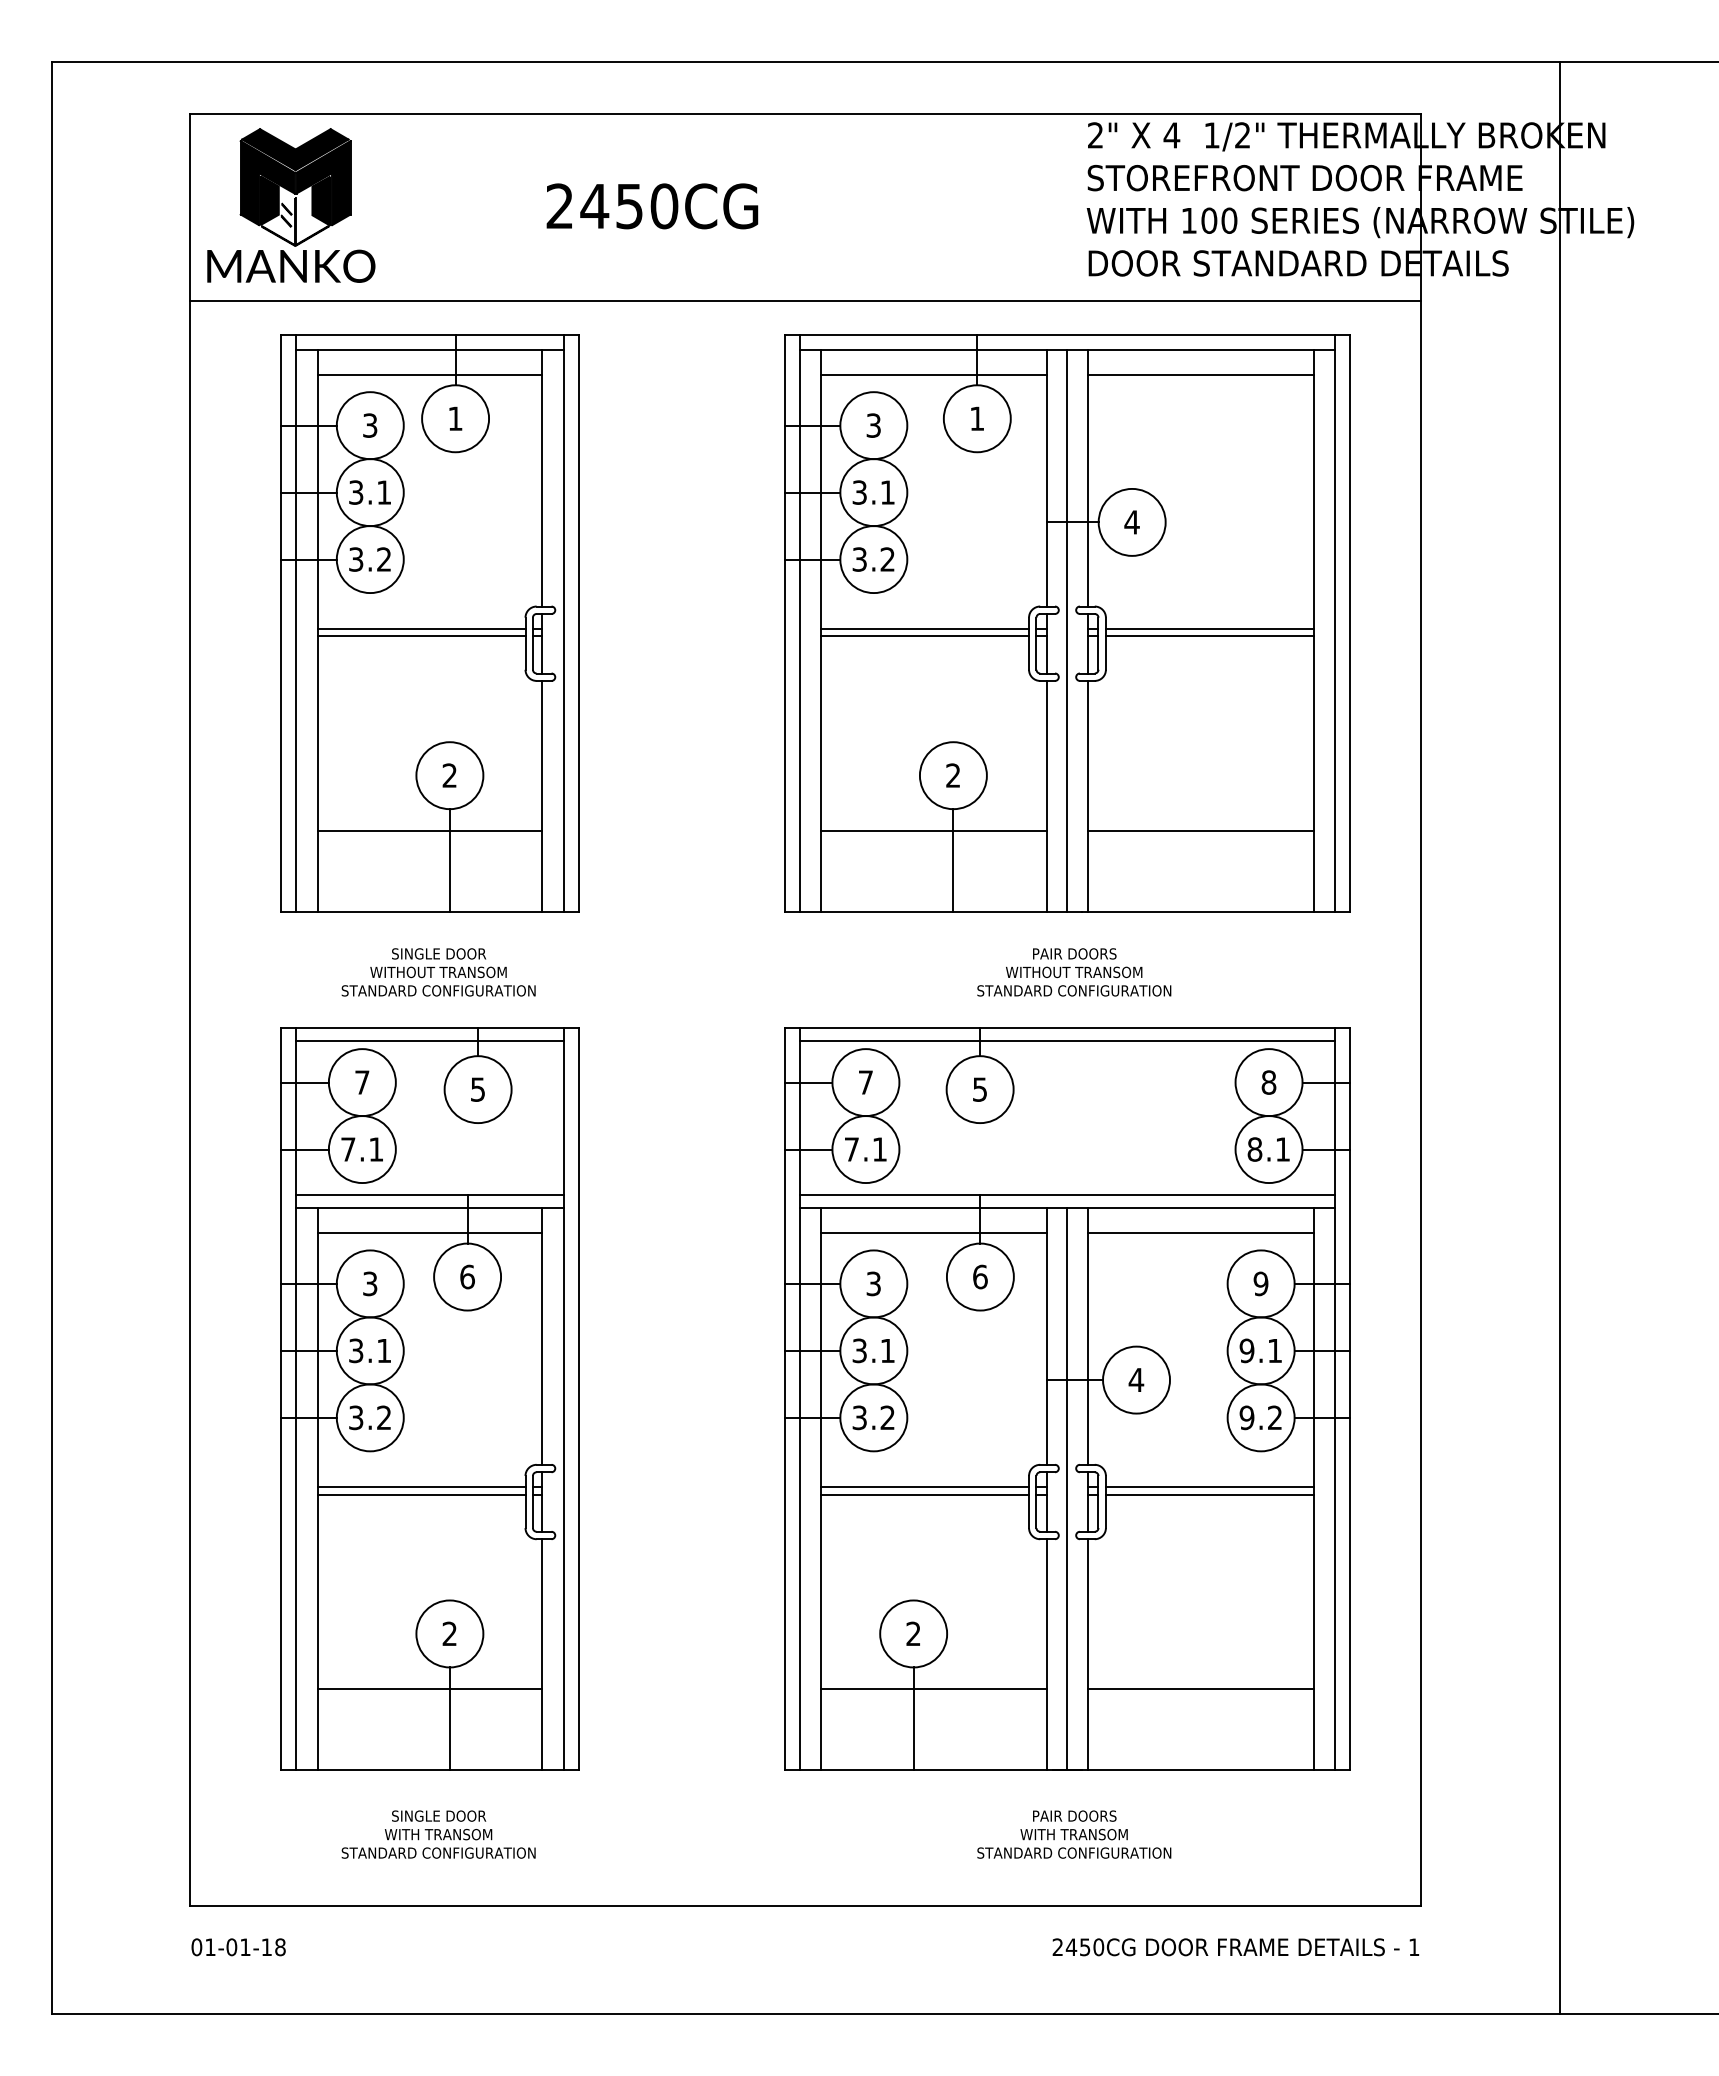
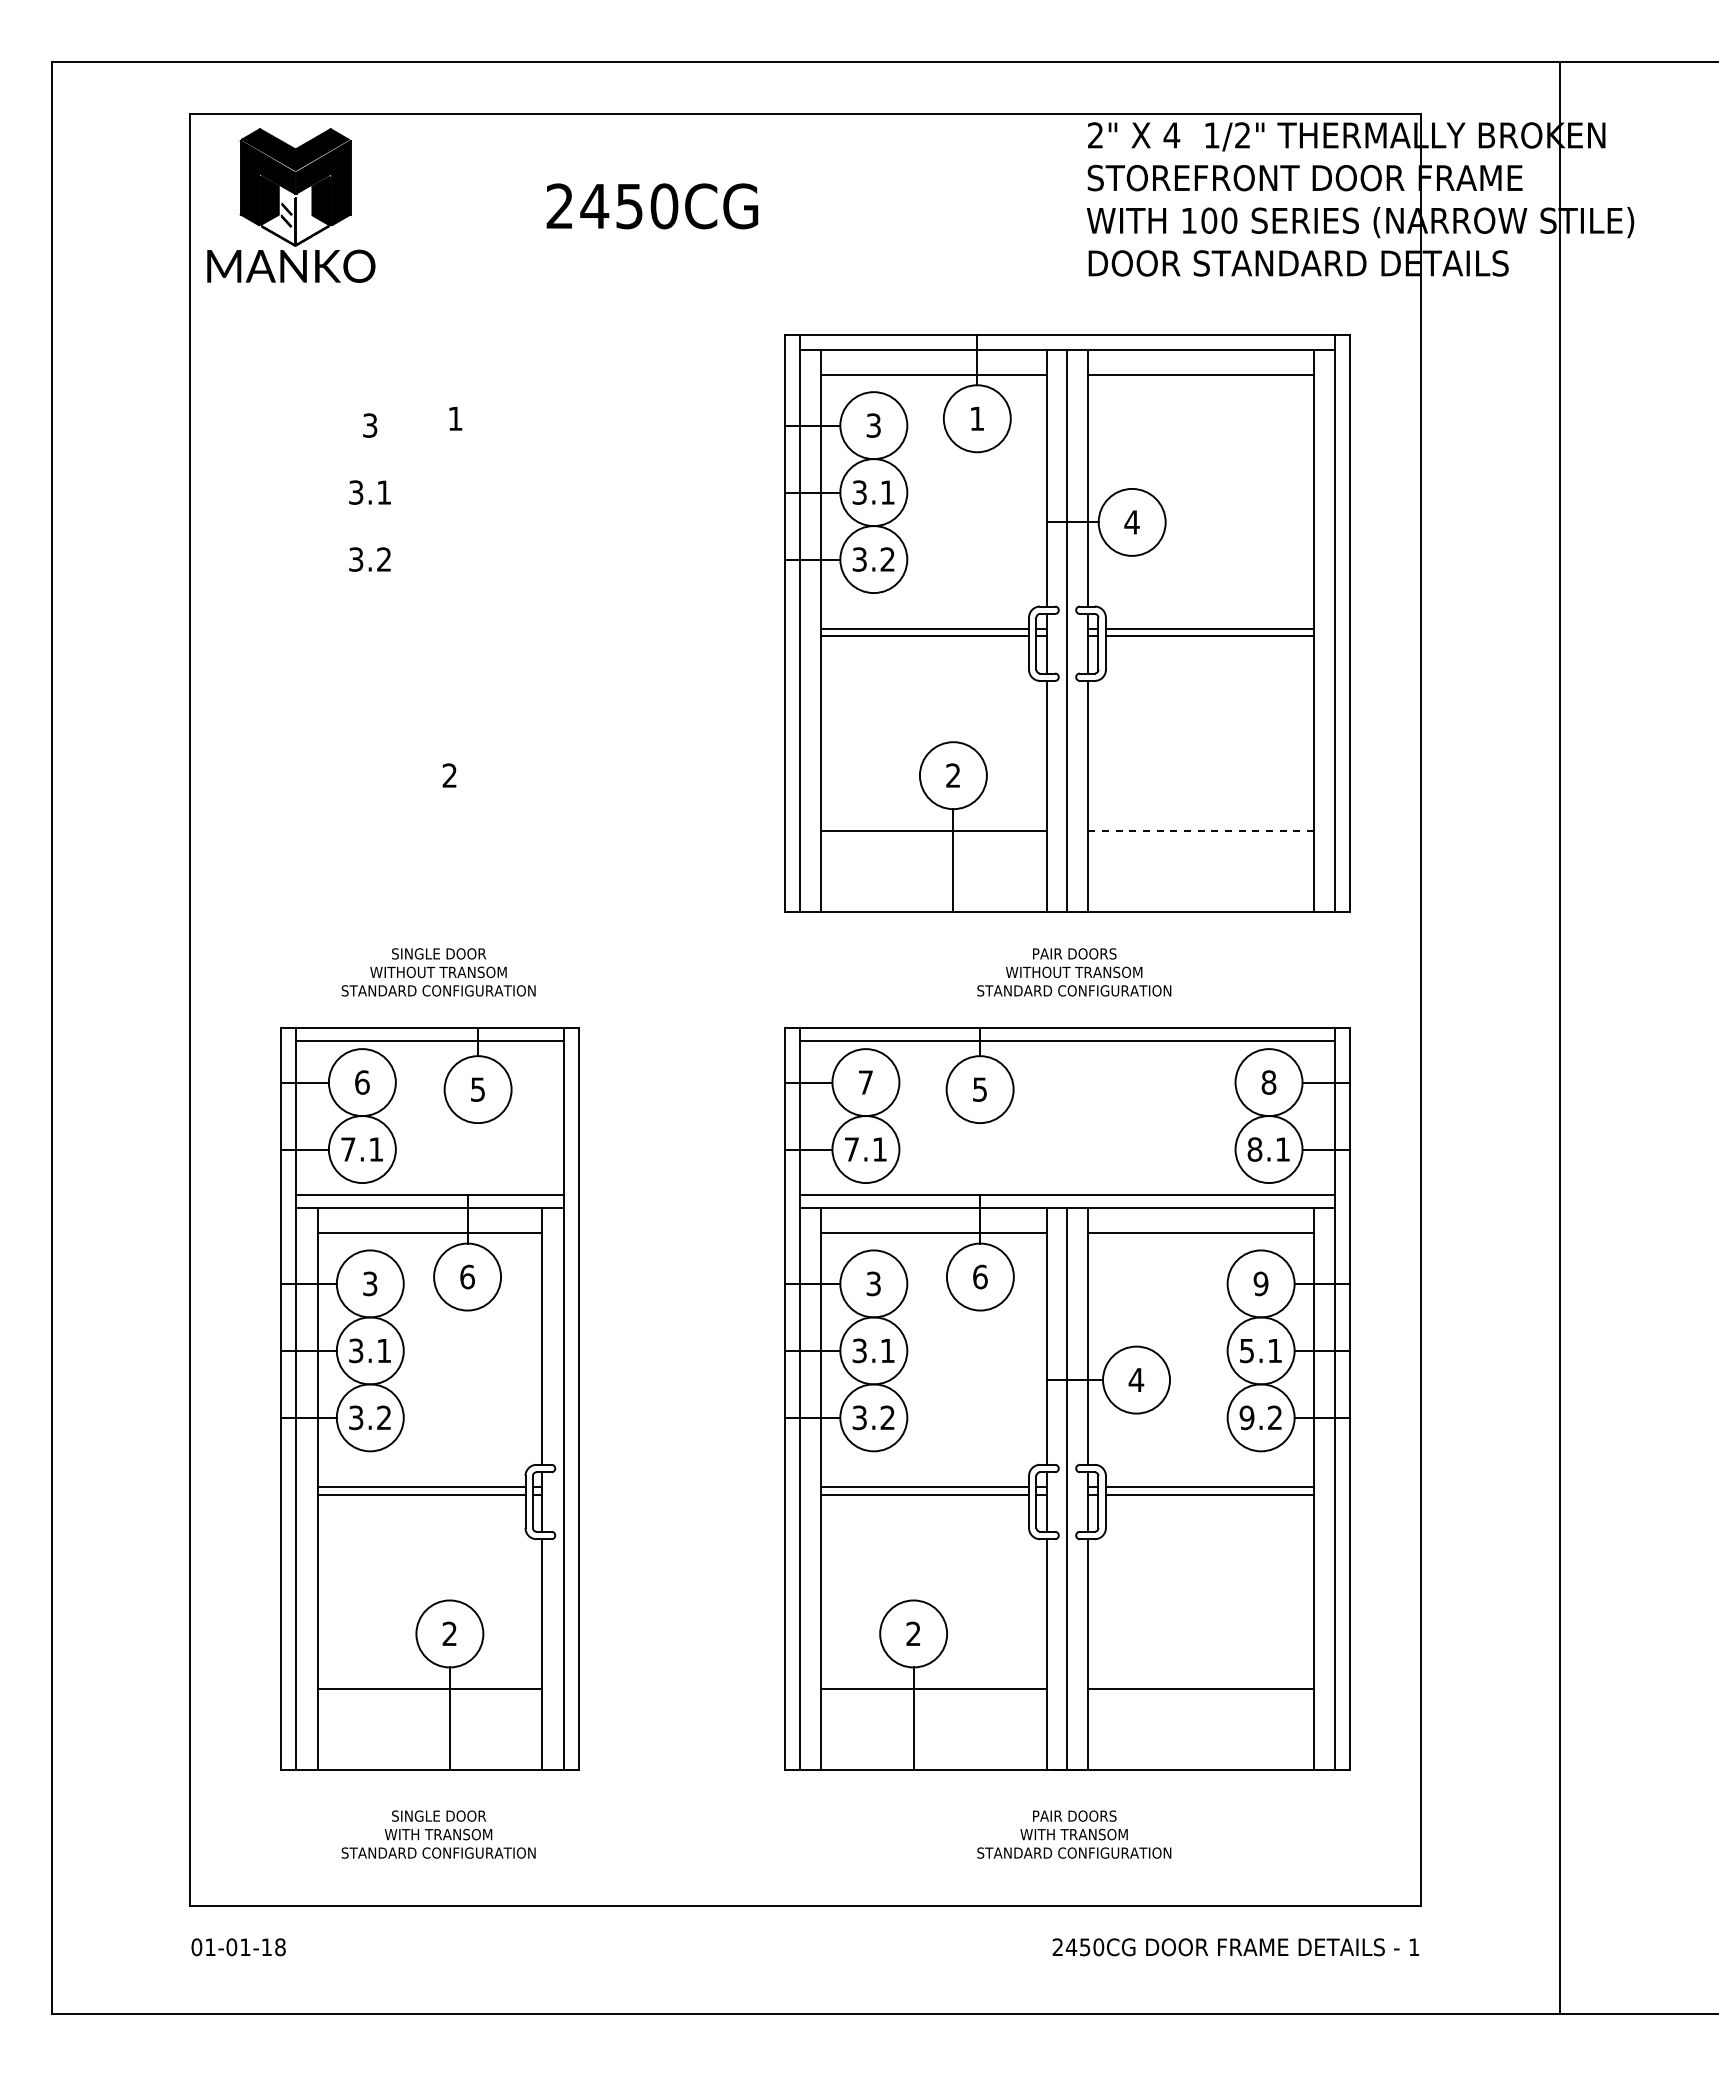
line at (805, 301): present -> none
part at (429, 623): present -> none
line at (1200, 830): solid -> dashed
text at (362, 1082): 7 -> 6
text at (1246, 1350): 9.1 -> 5.1
